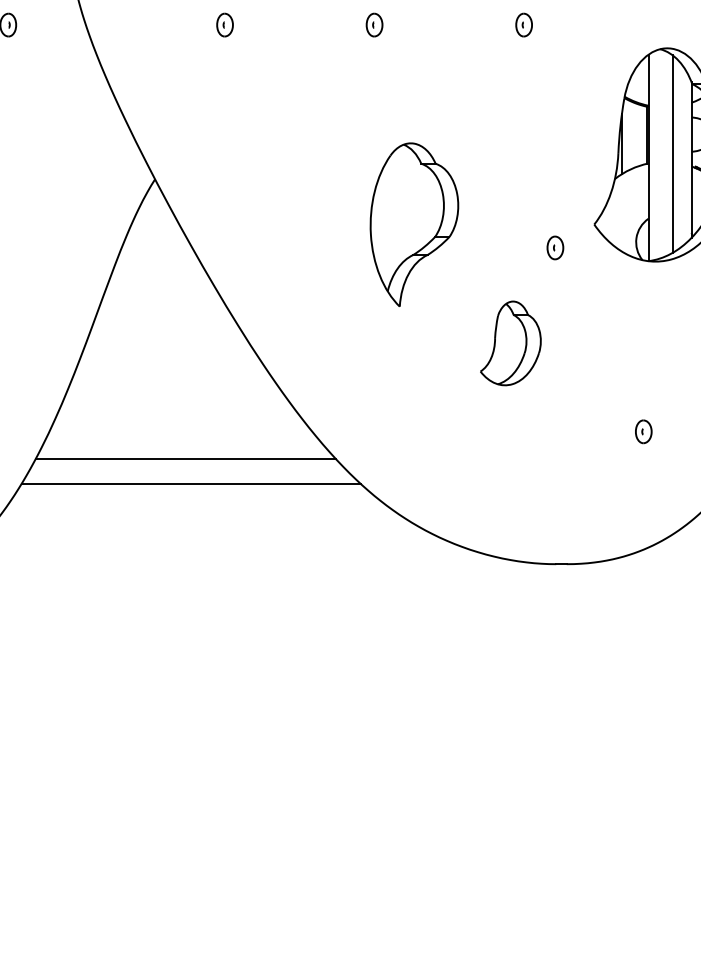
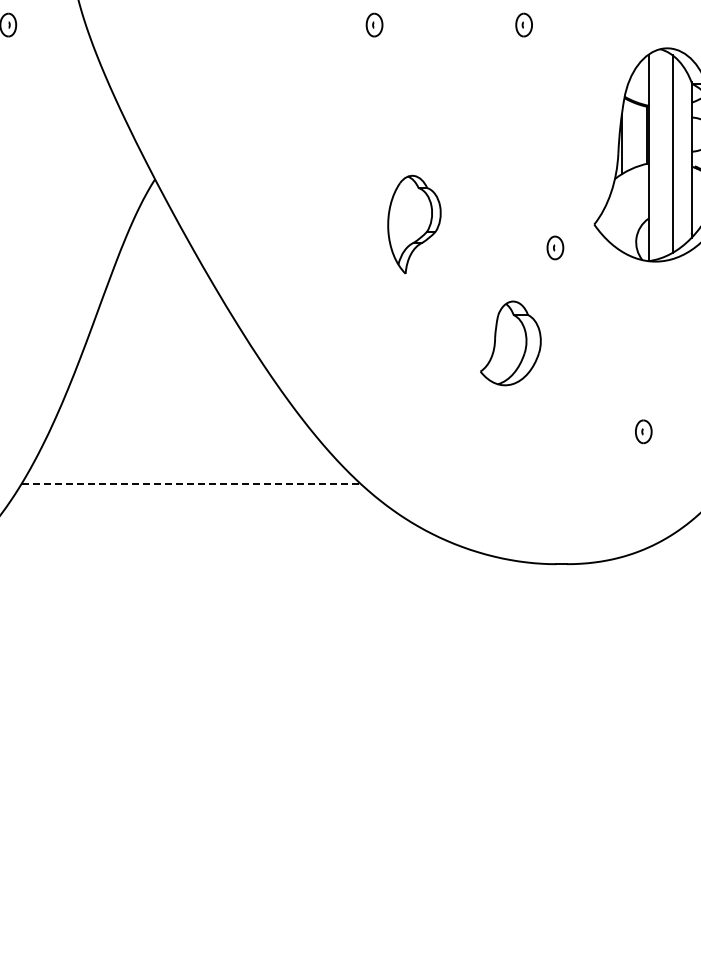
part at (224, 24): present -> none
part at (414, 224) size: 91x165 px -> 55x101 px
line at (185, 458): present -> none
line at (191, 484): solid -> dashed
